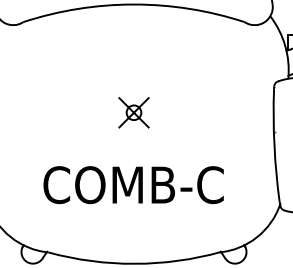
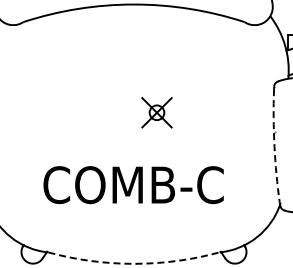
part at (133, 112) position: (133, 112) -> (156, 112)
arc at (274, 146): solid -> dashed
arc at (134, 263): solid -> dashed
